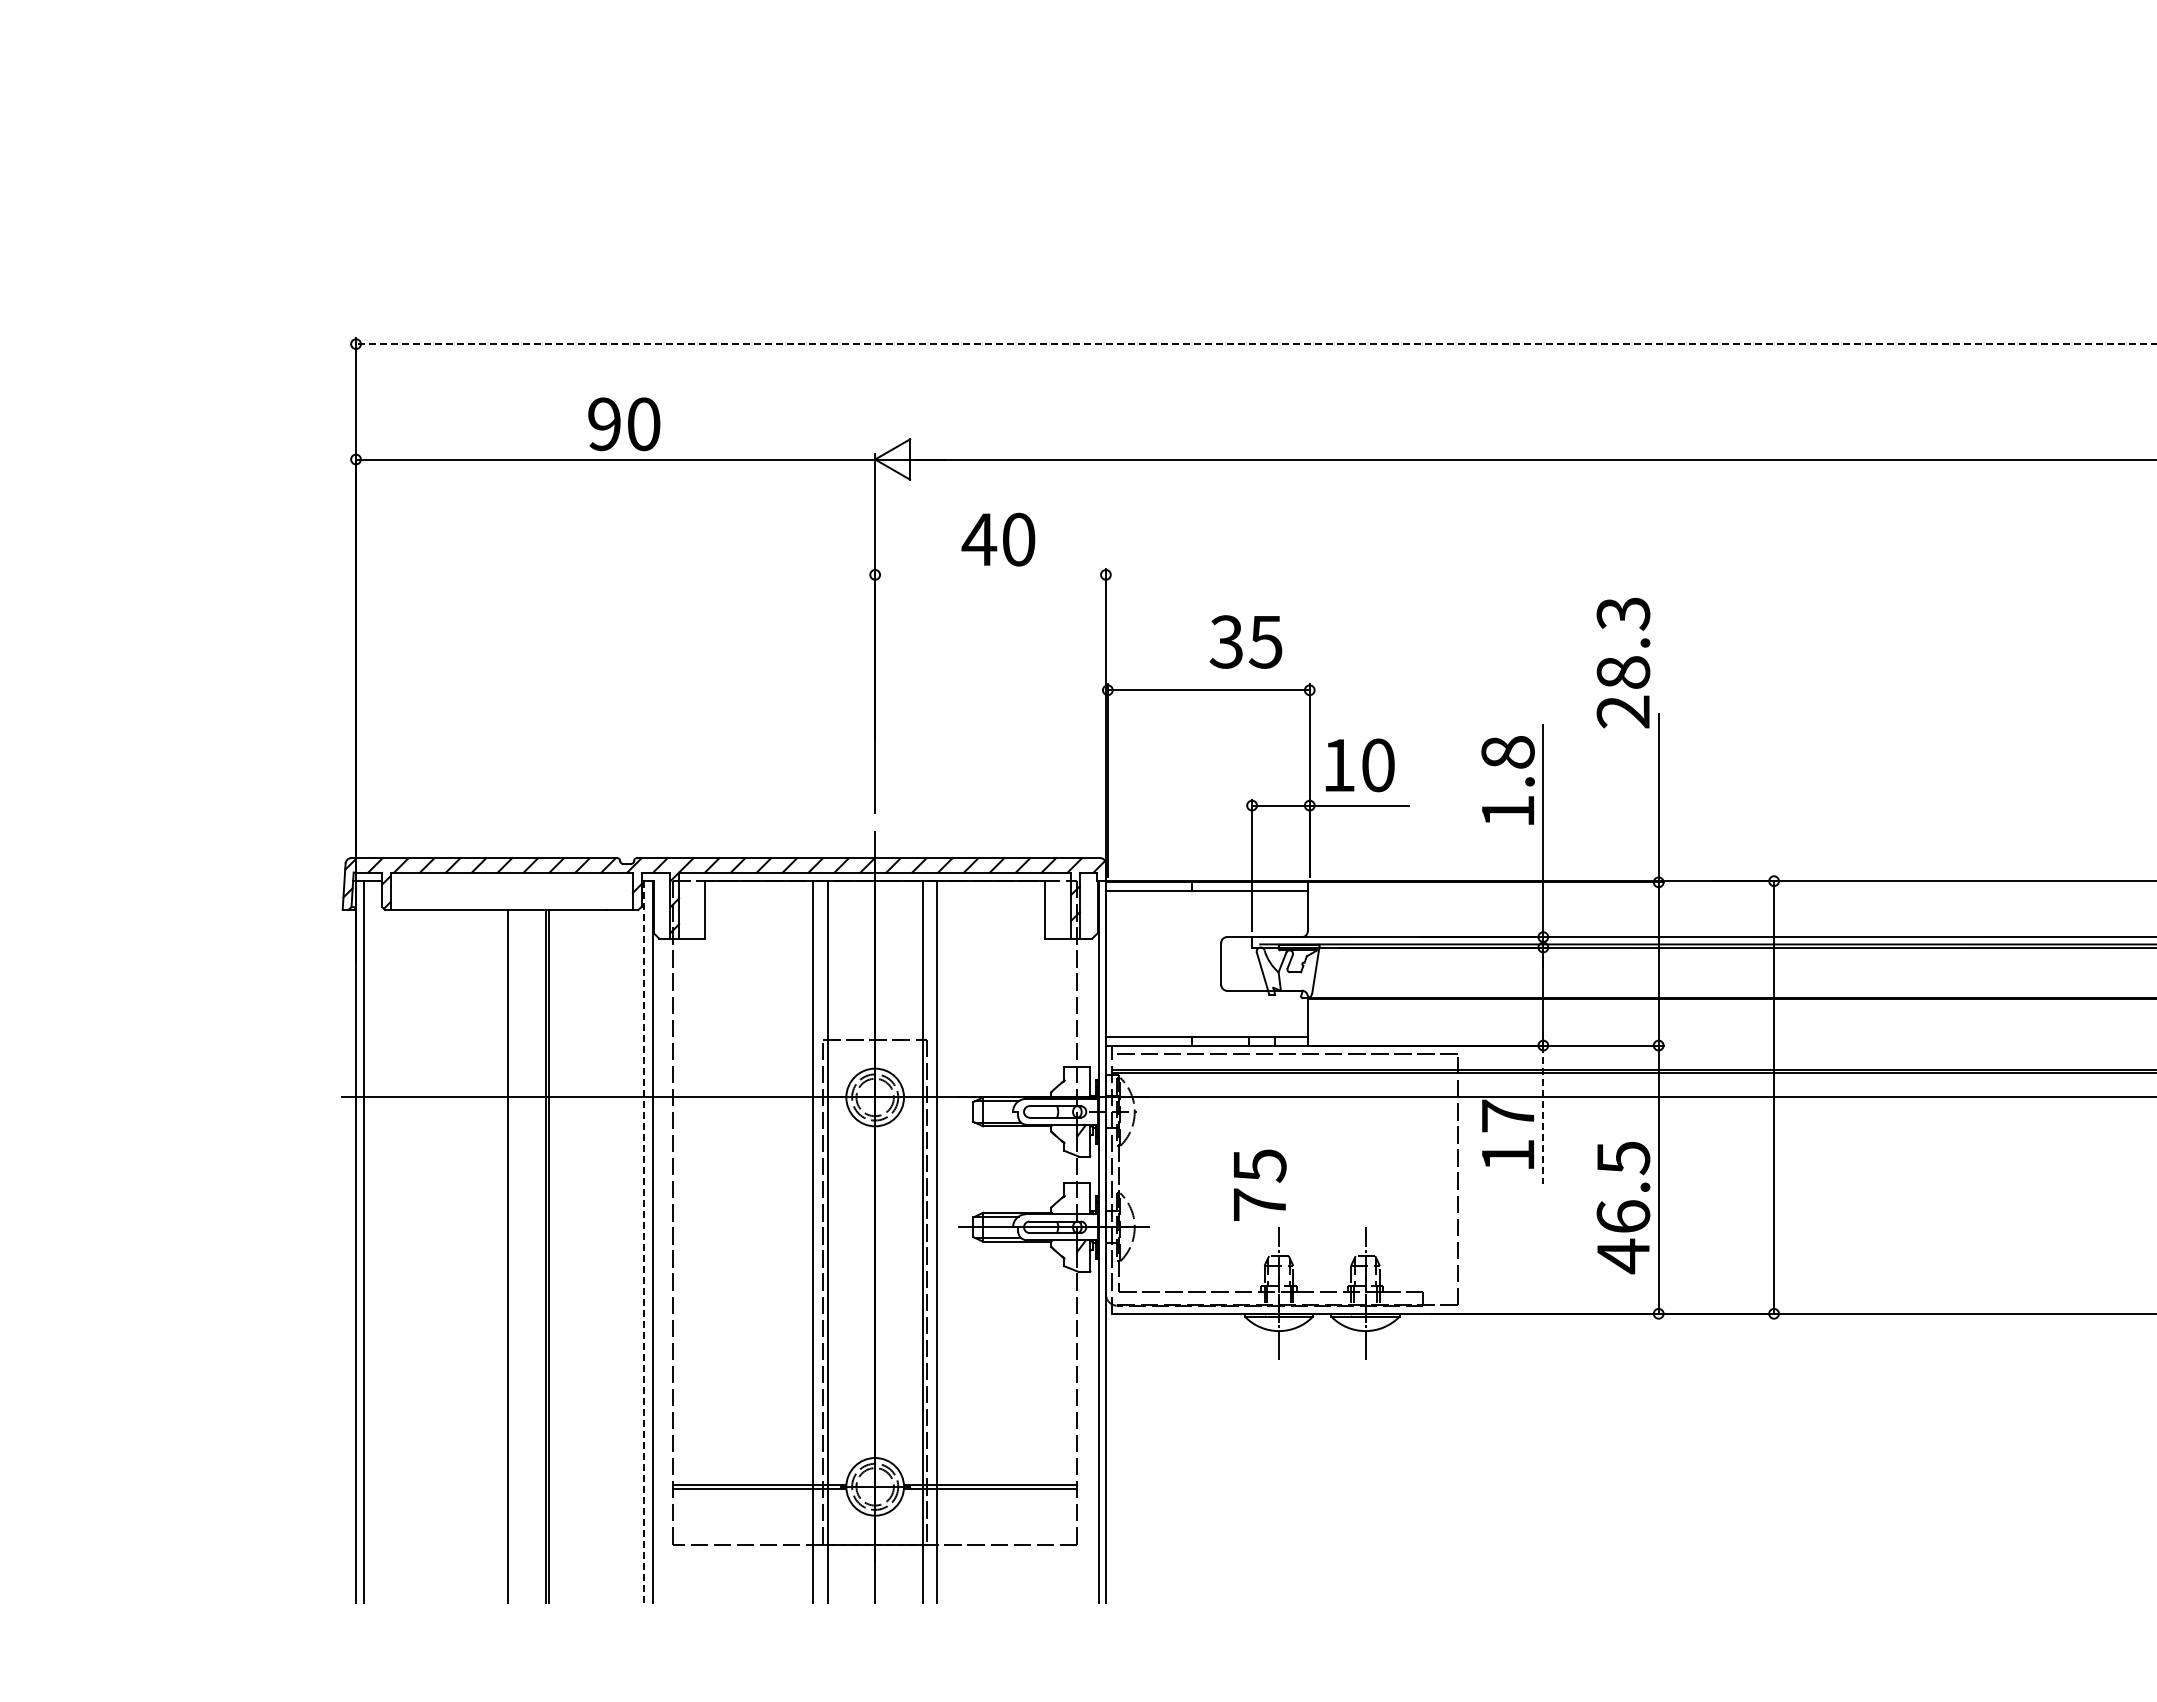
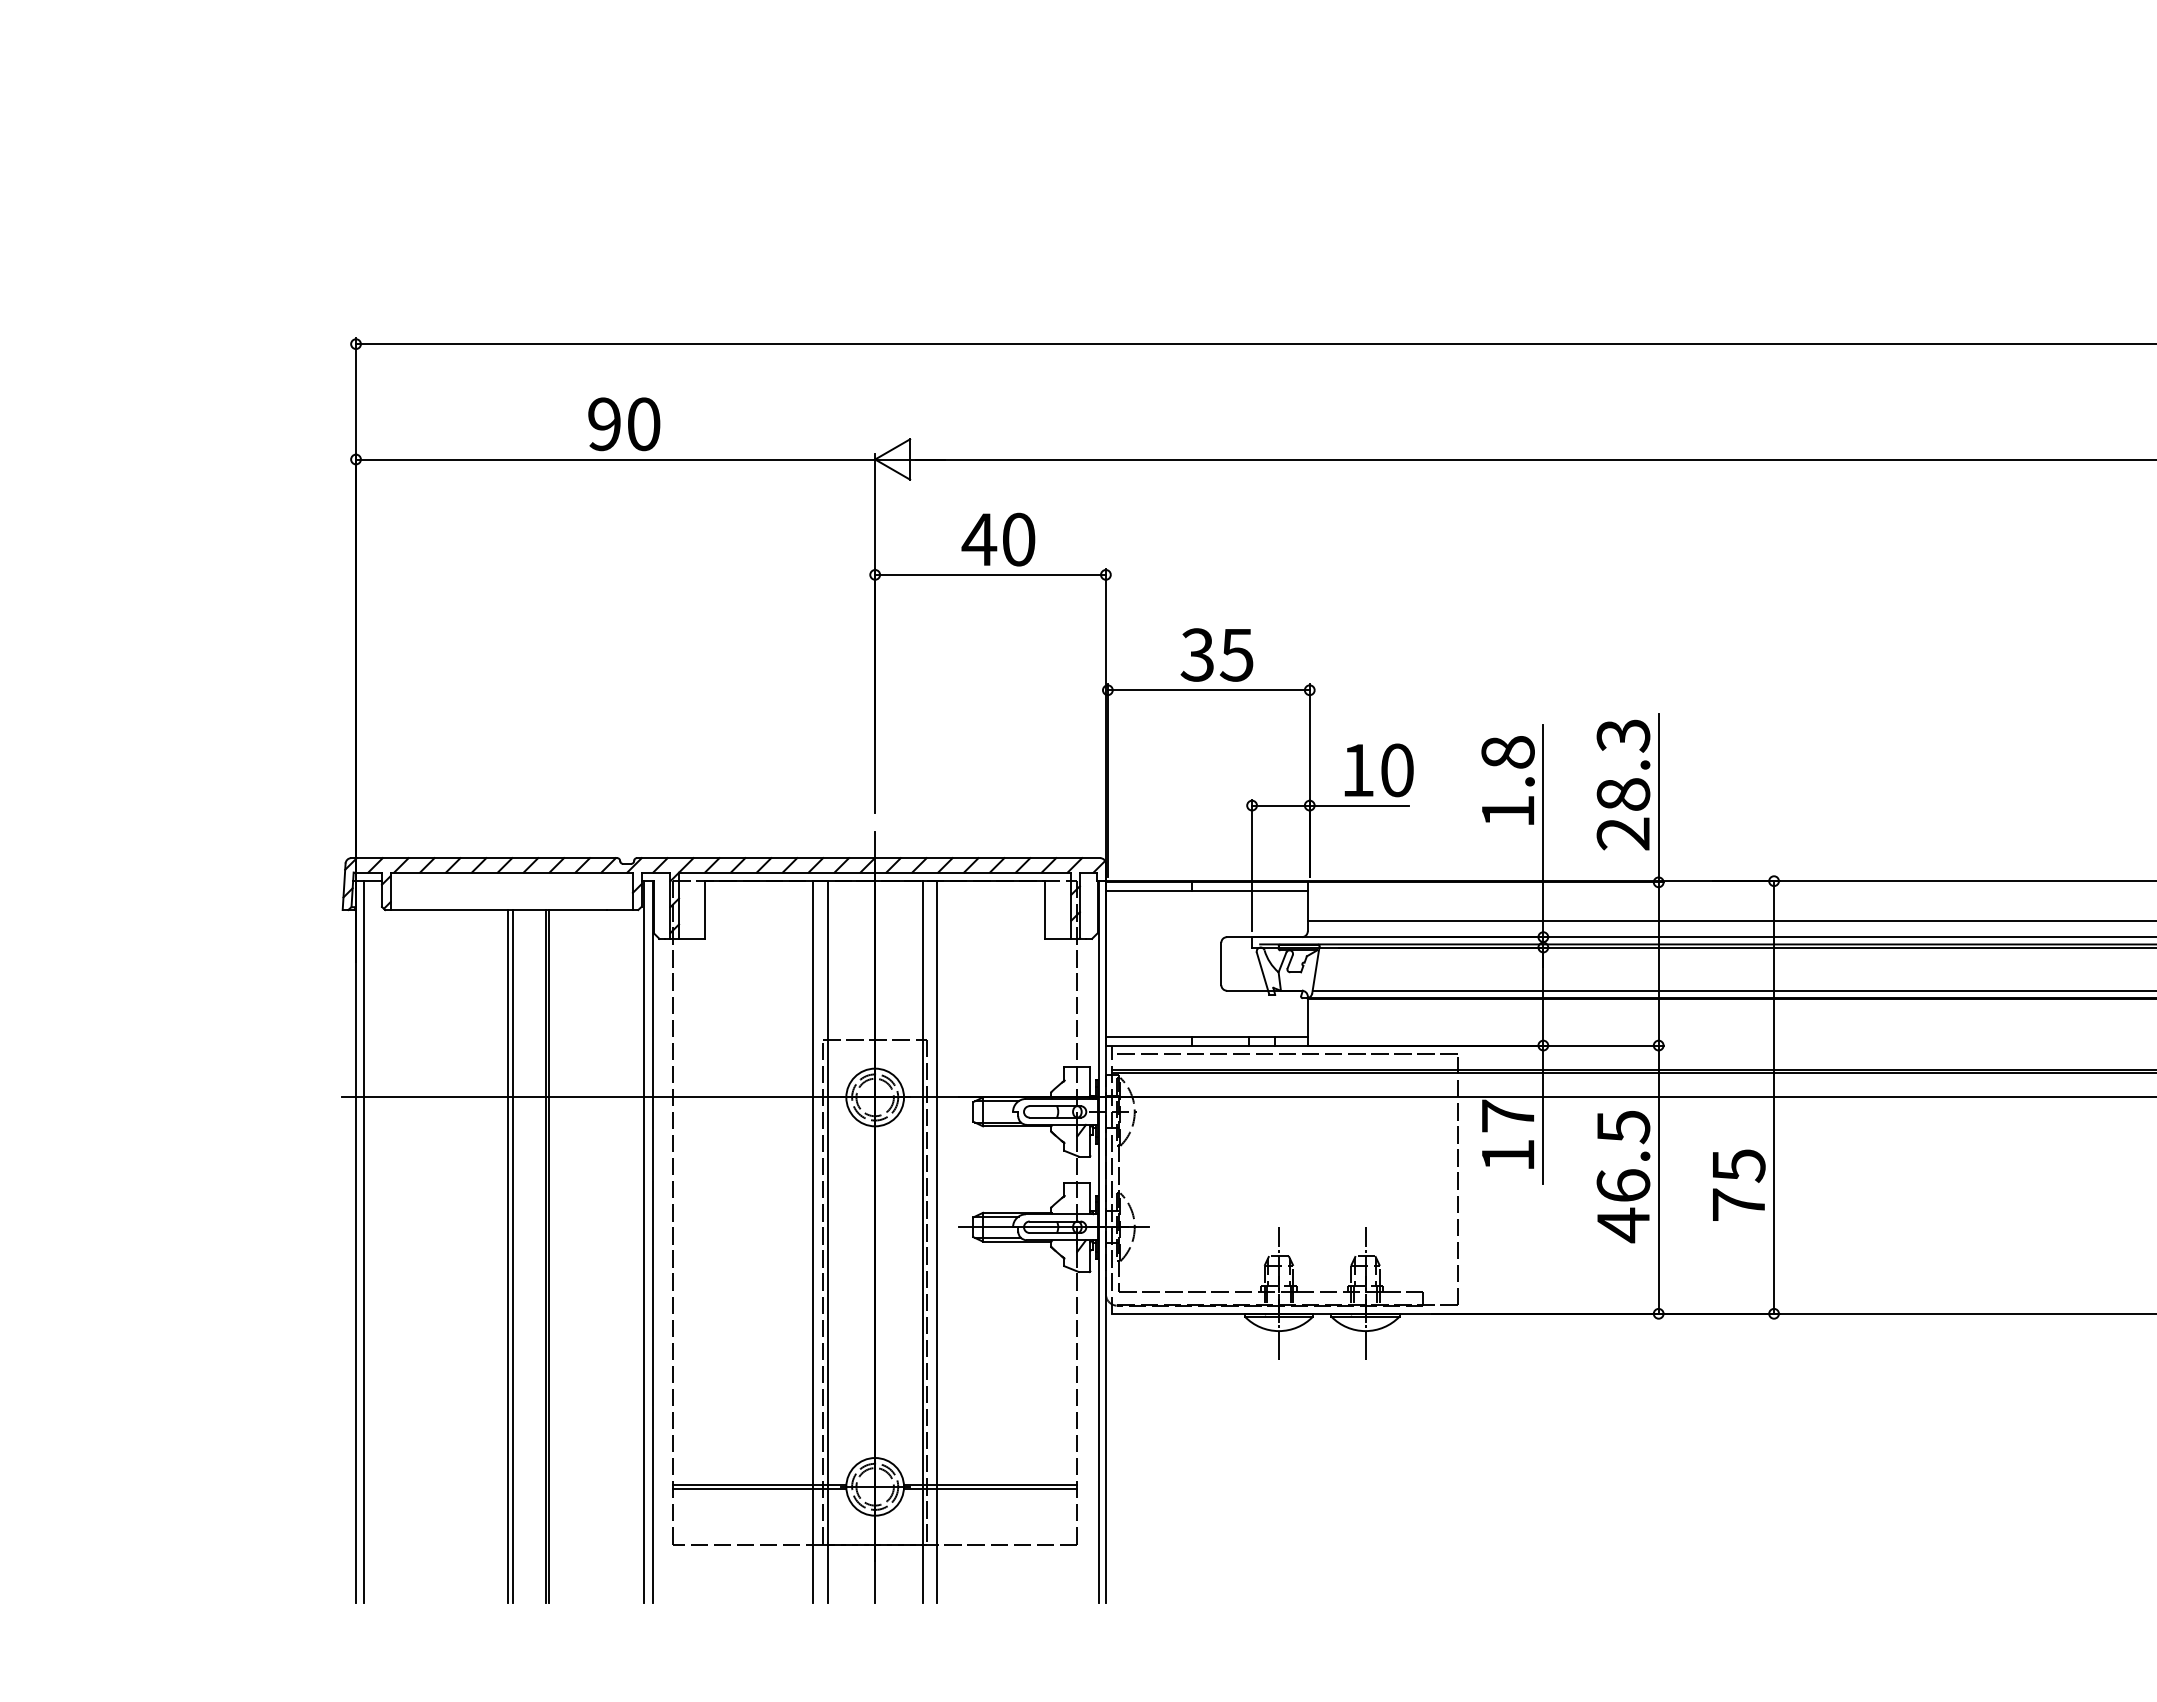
line at (1255, 344): dashed -> solid
line at (990, 574): none -> present
text at (1245, 641) position: (1245, 641) -> (1216, 654)
text at (1623, 662) position: (1623, 662) -> (1623, 784)
text at (1359, 765) position: (1359, 765) -> (1378, 770)
line at (1730, 920): none -> present
line at (1732, 990): none -> present
line at (1543, 1115): dashed -> solid
text at (1260, 1184) position: (1260, 1184) -> (1739, 1184)
text at (1623, 1208) position: (1623, 1208) -> (1623, 1177)
line at (644, 1241): dashed -> solid
line at (513, 1256): none -> present
